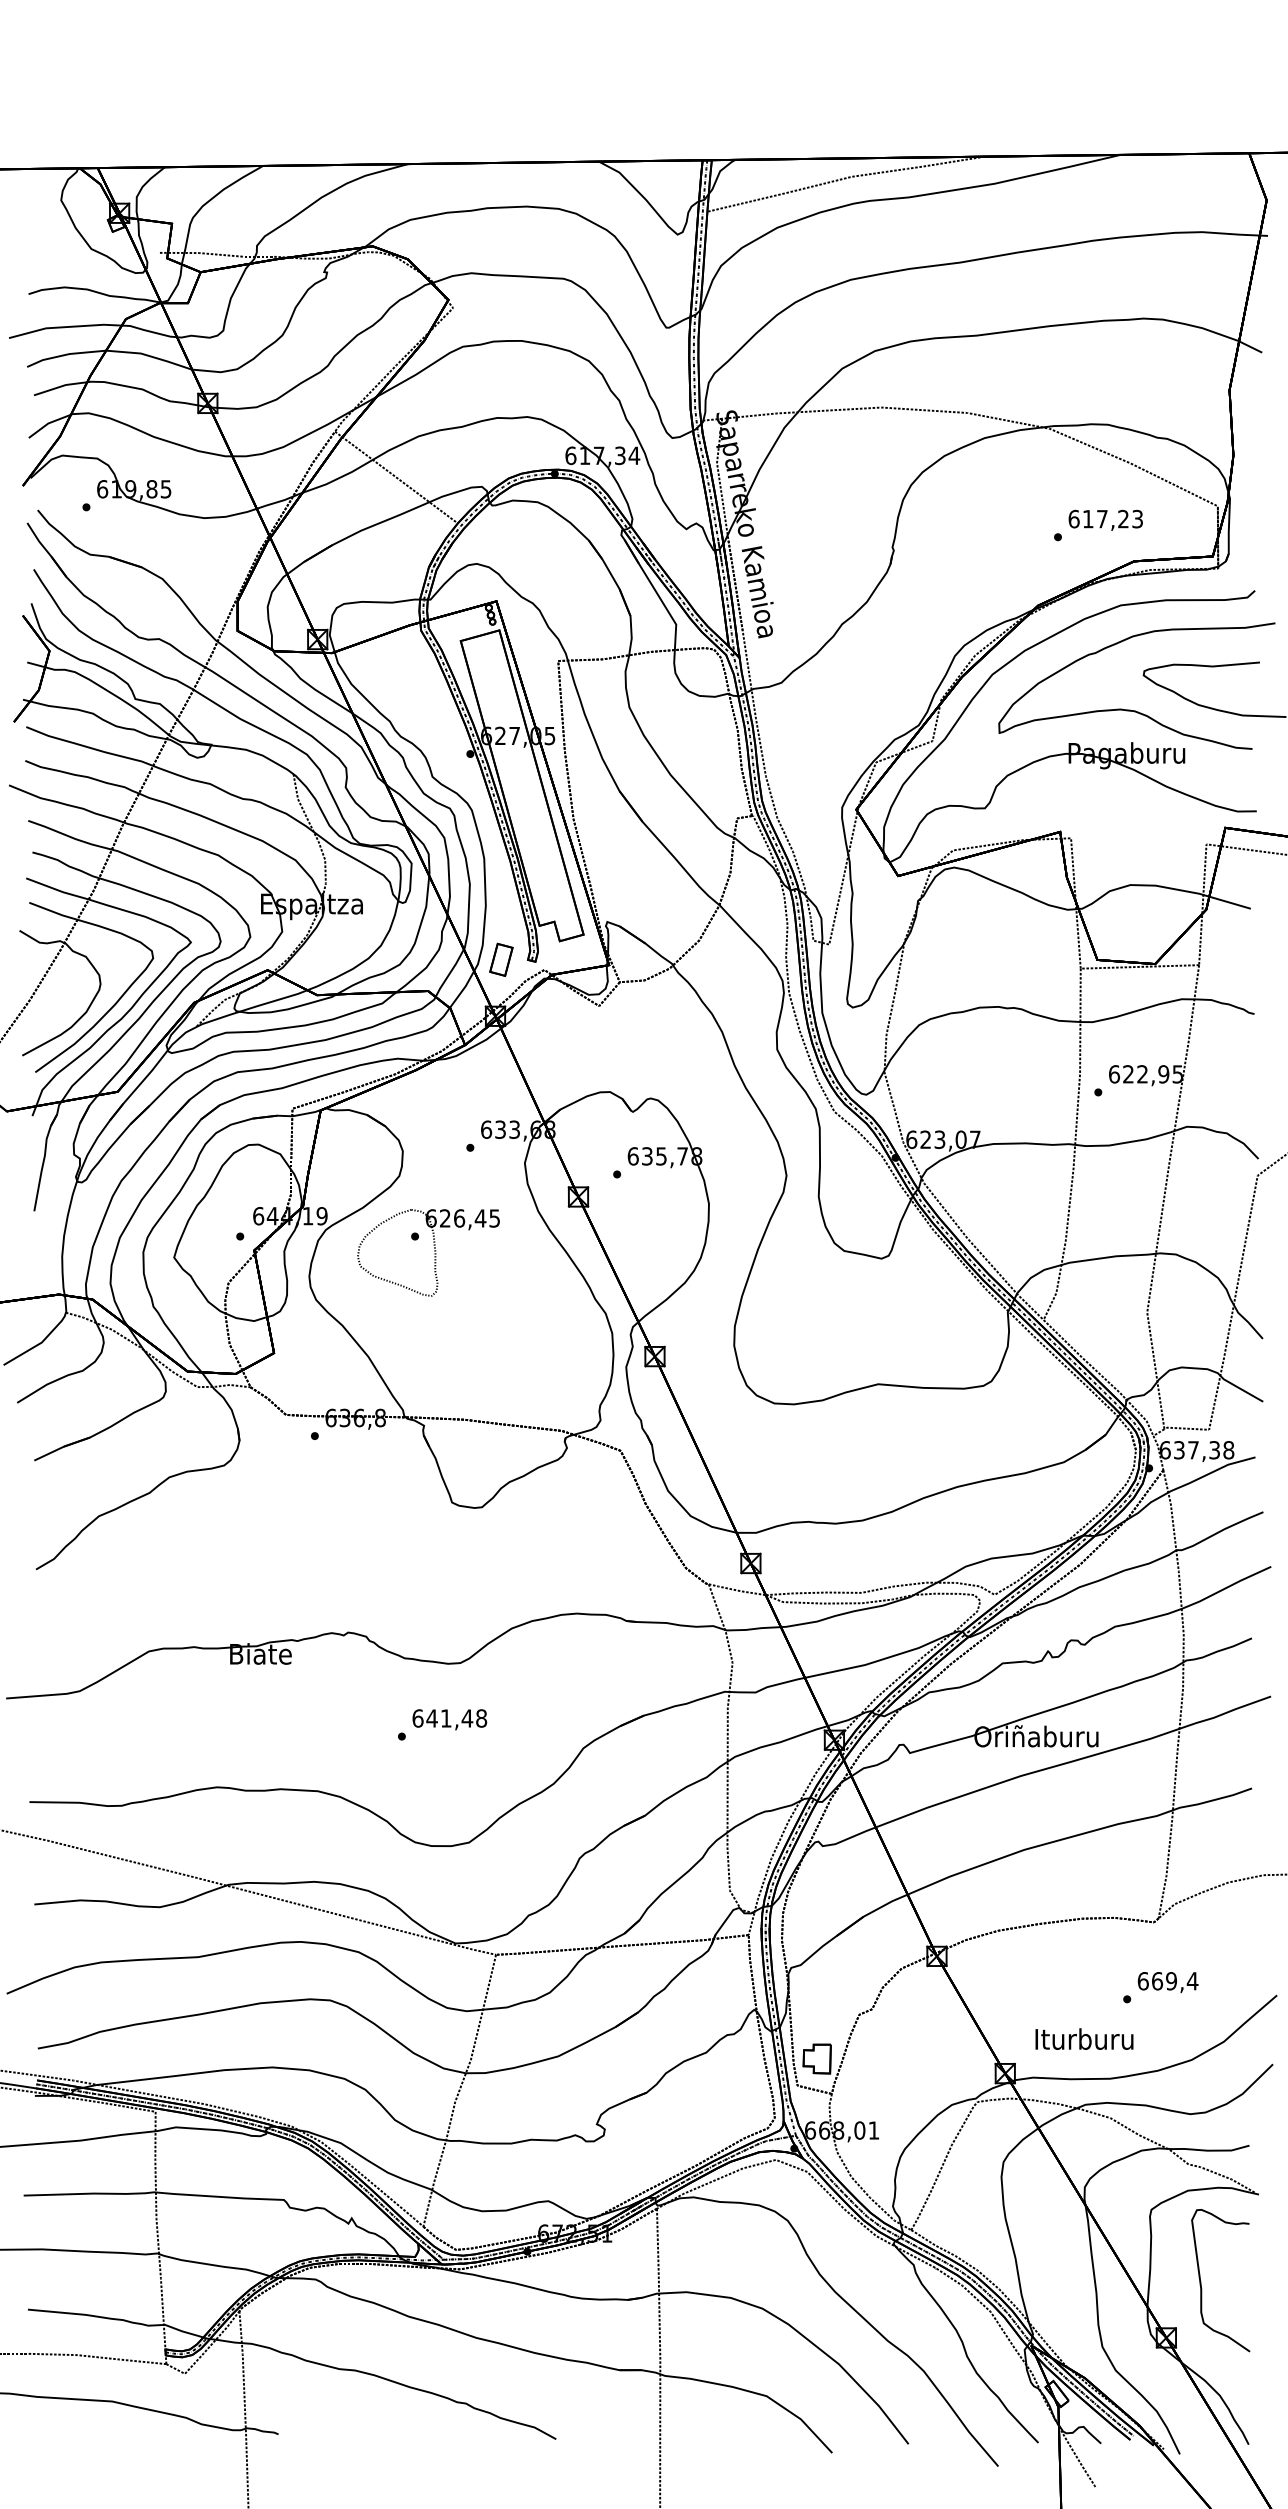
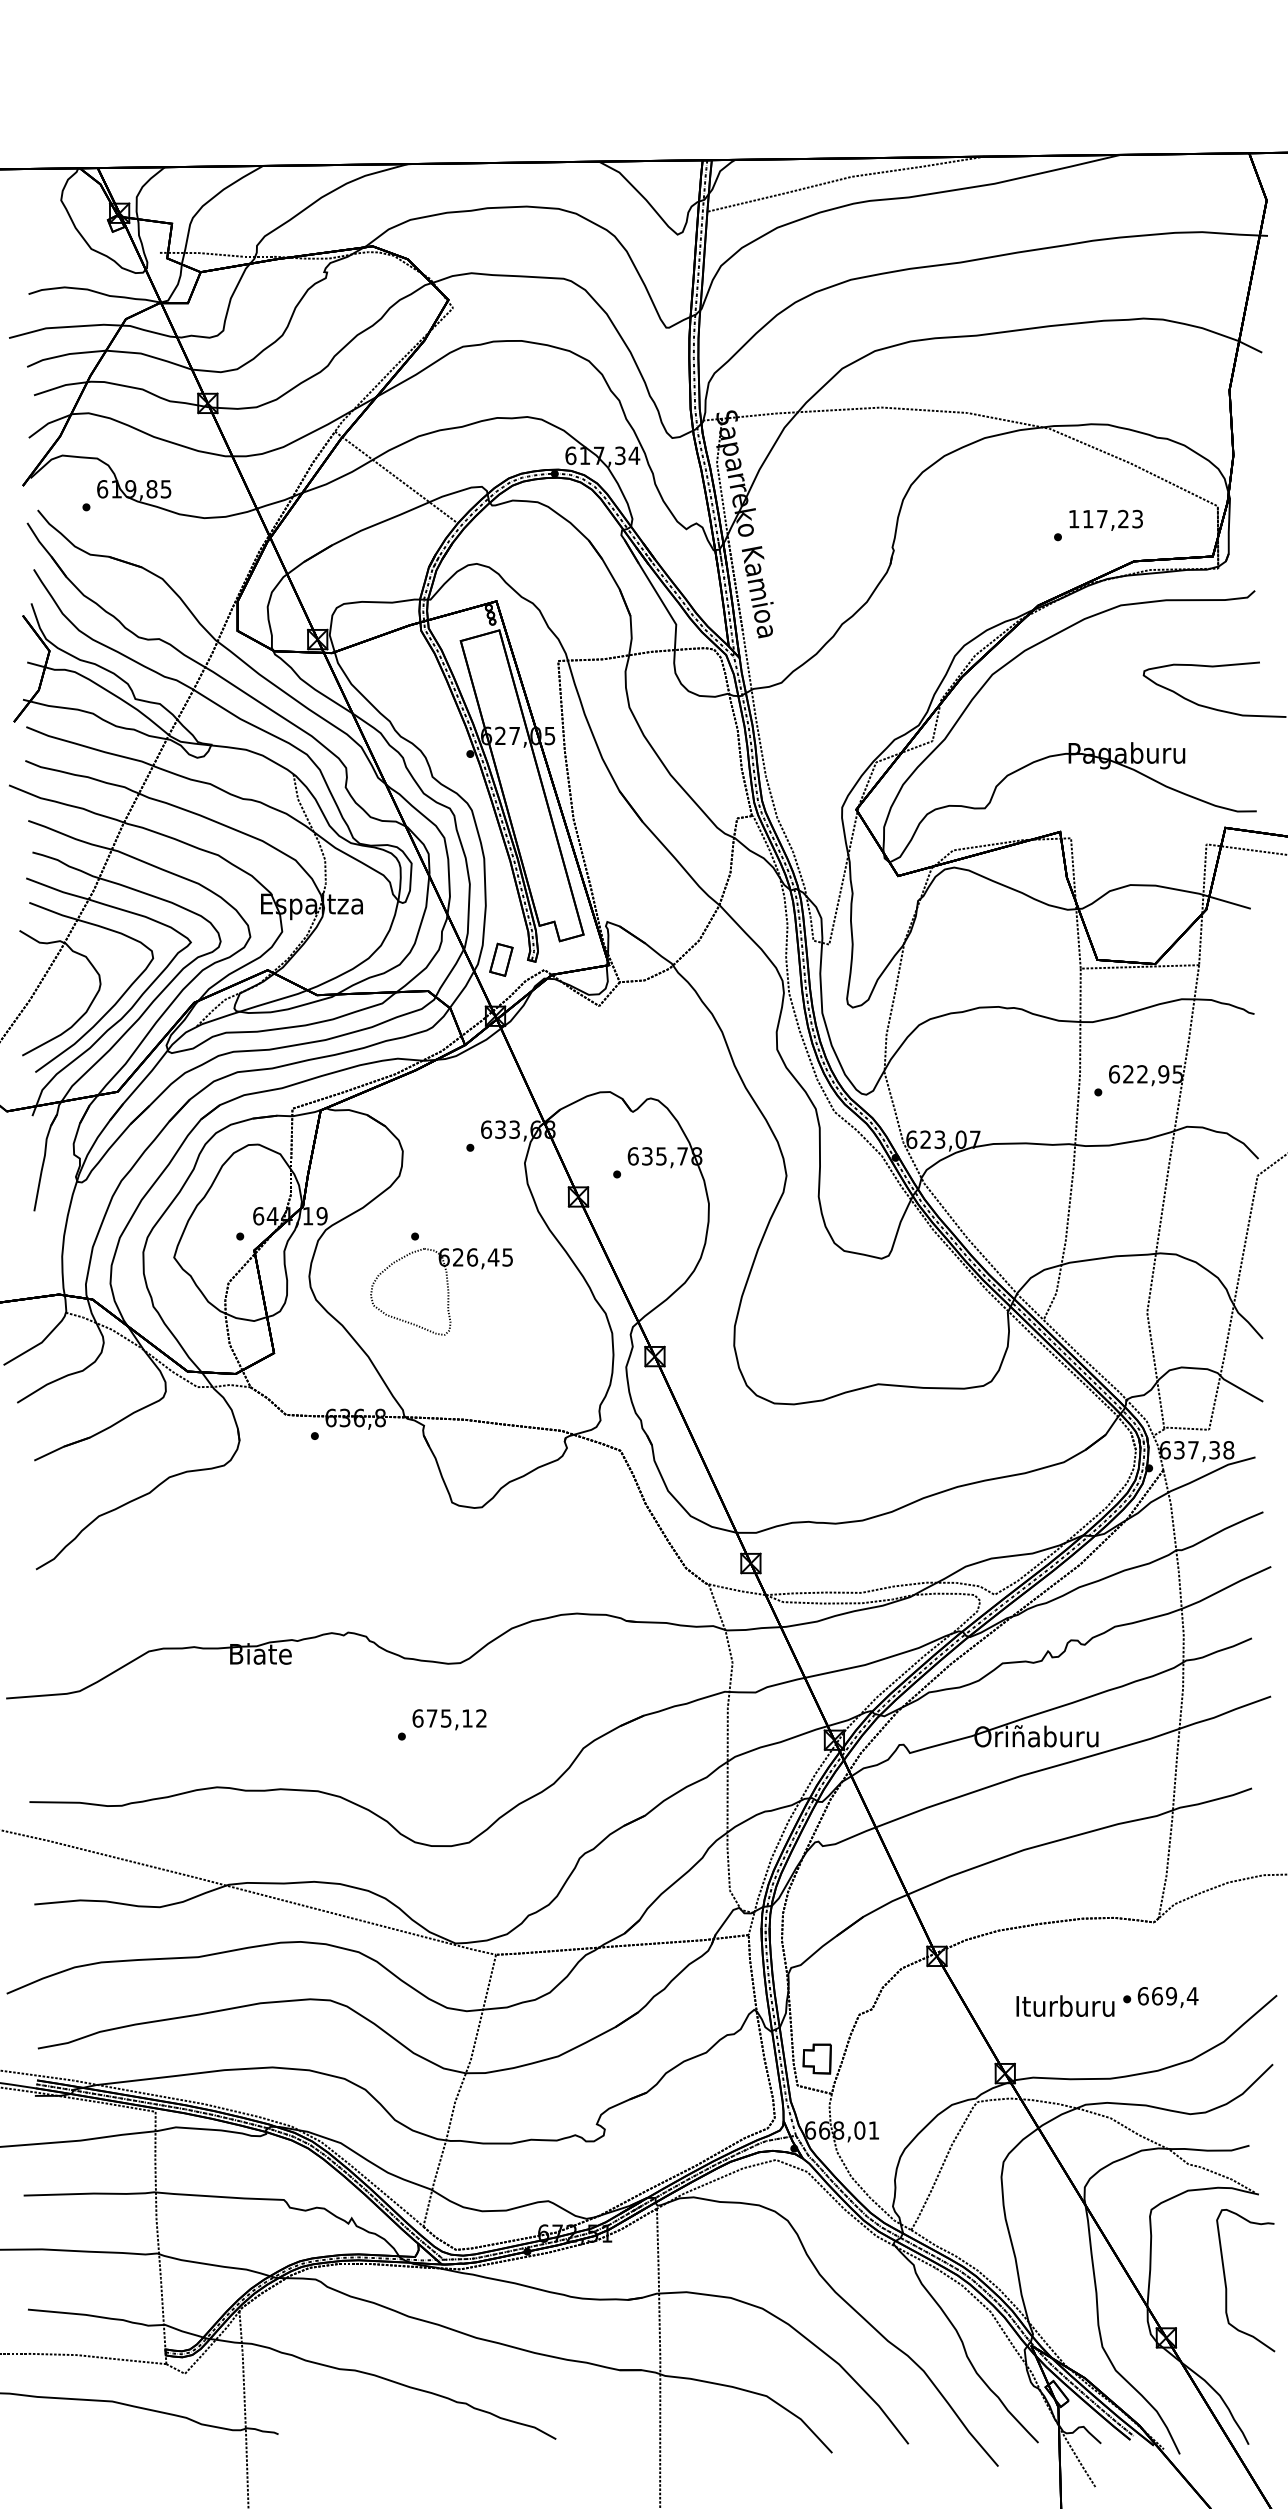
text at (1073, 518): 617,23 -> 117,23
curve at (1130, 709): present -> none
part at (434, 1251) position: (434, 1251) -> (447, 1290)
text at (456, 1718): 641,48 -> 675,12
text at (1167, 1982) position: (1167, 1982) -> (1167, 1997)
text at (1084, 2038) position: (1084, 2038) -> (1065, 2005)
curve at (1201, 2281) position: (1201, 2281) -> (1226, 2281)
